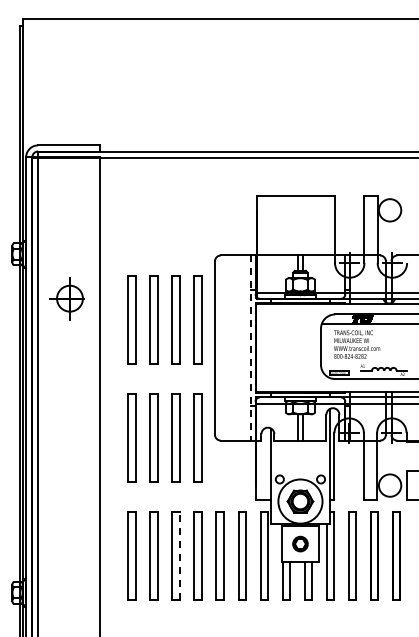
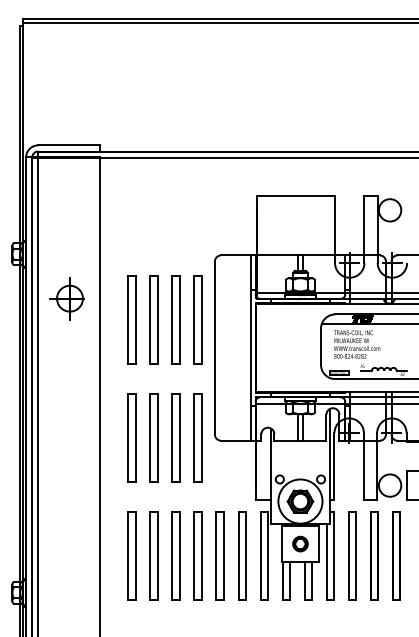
line at (219, 22): none -> present
line at (251, 348): dashed -> solid
line at (179, 555): dashed -> solid
